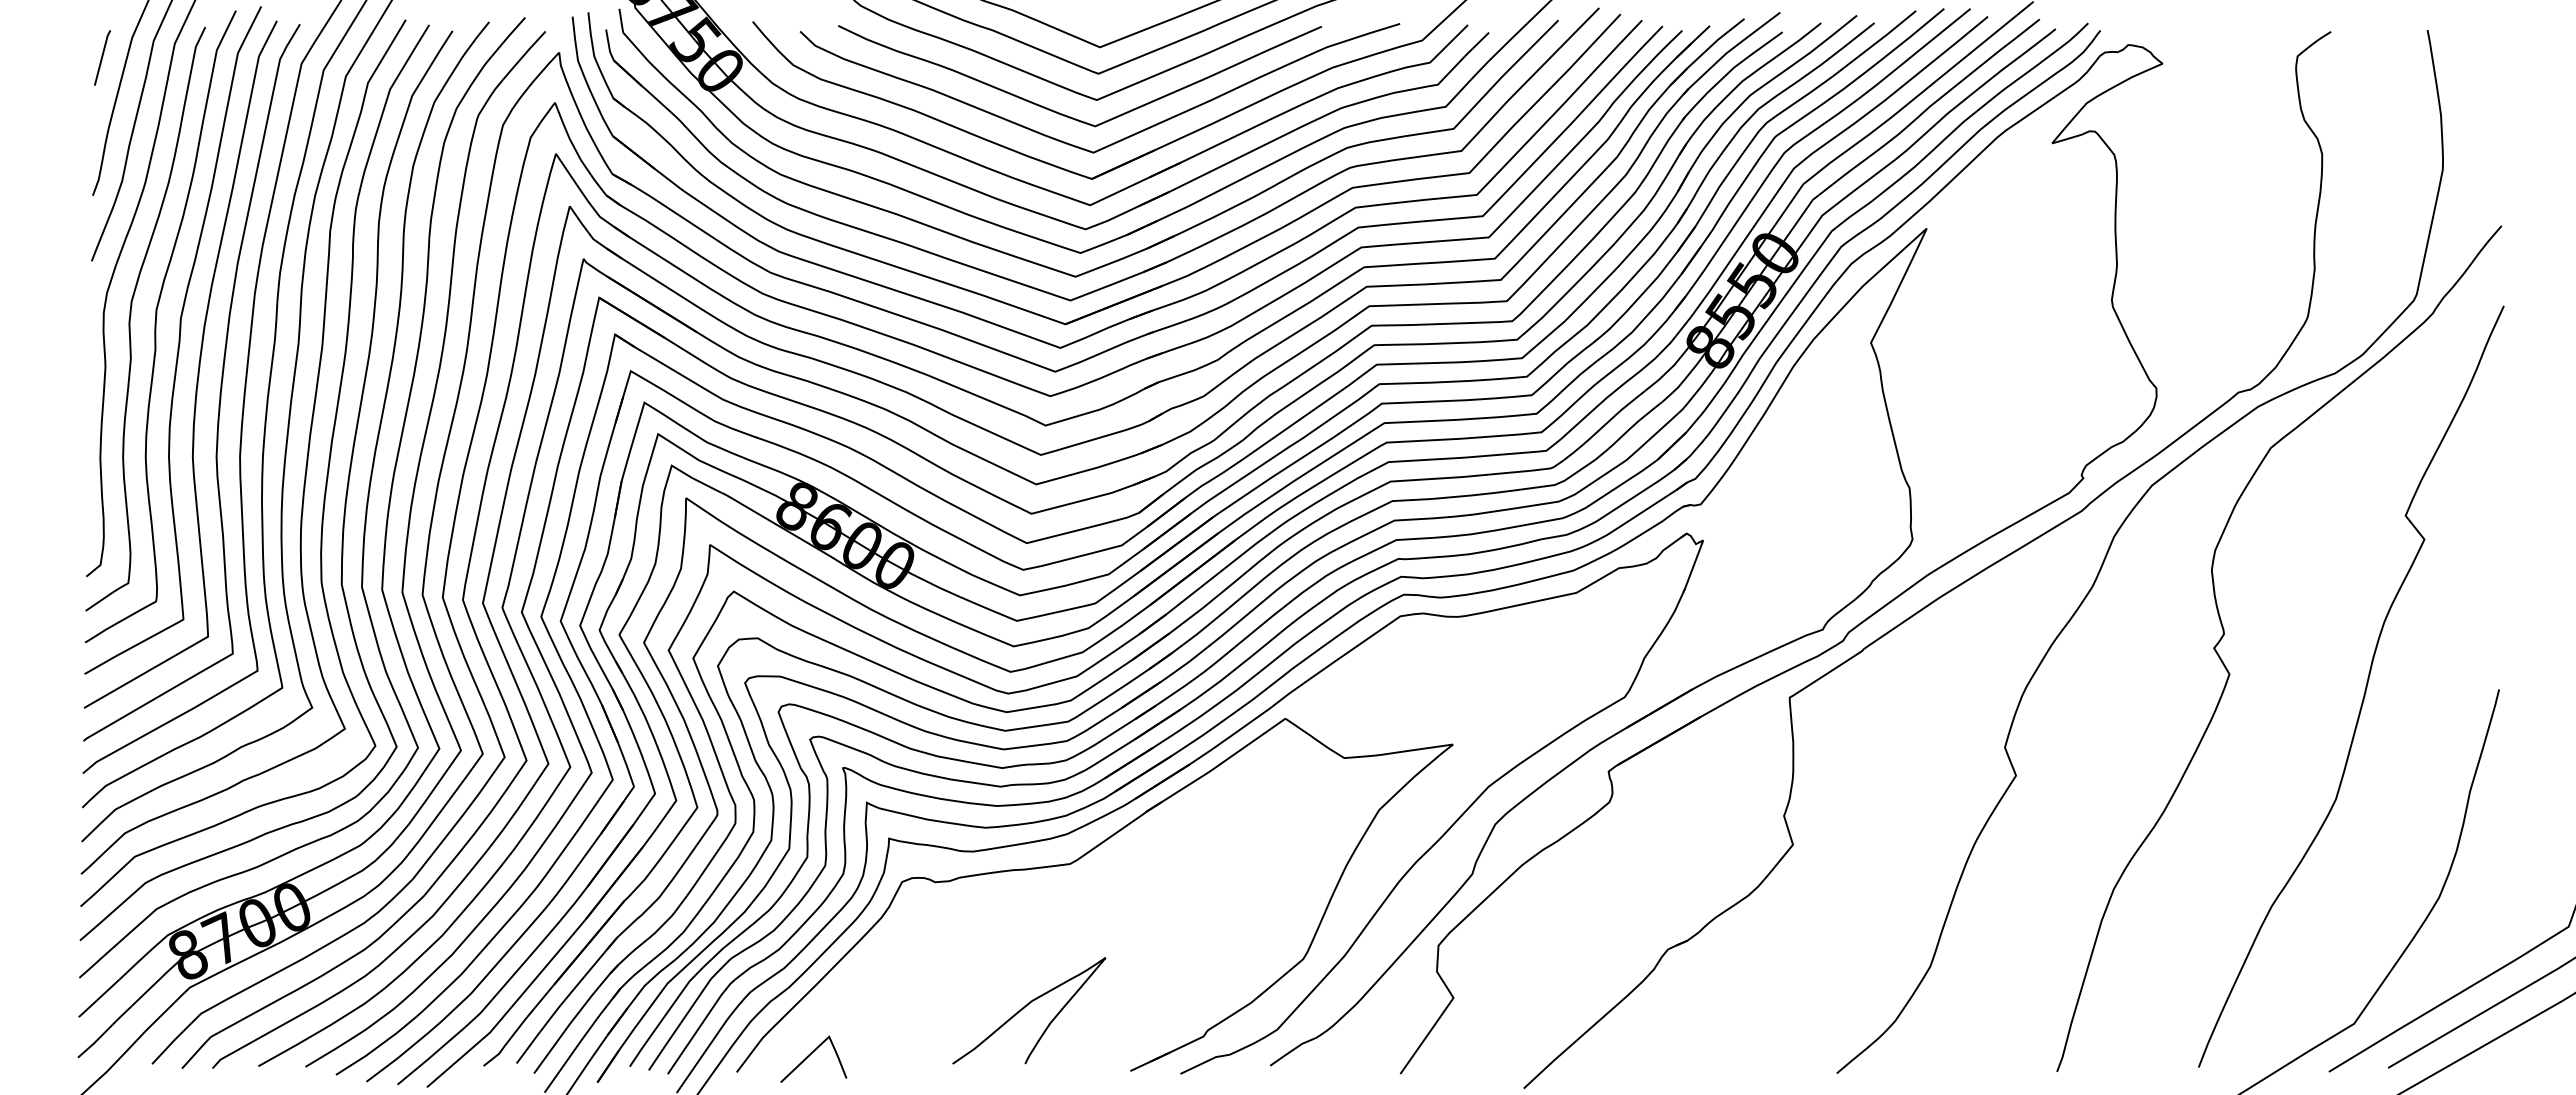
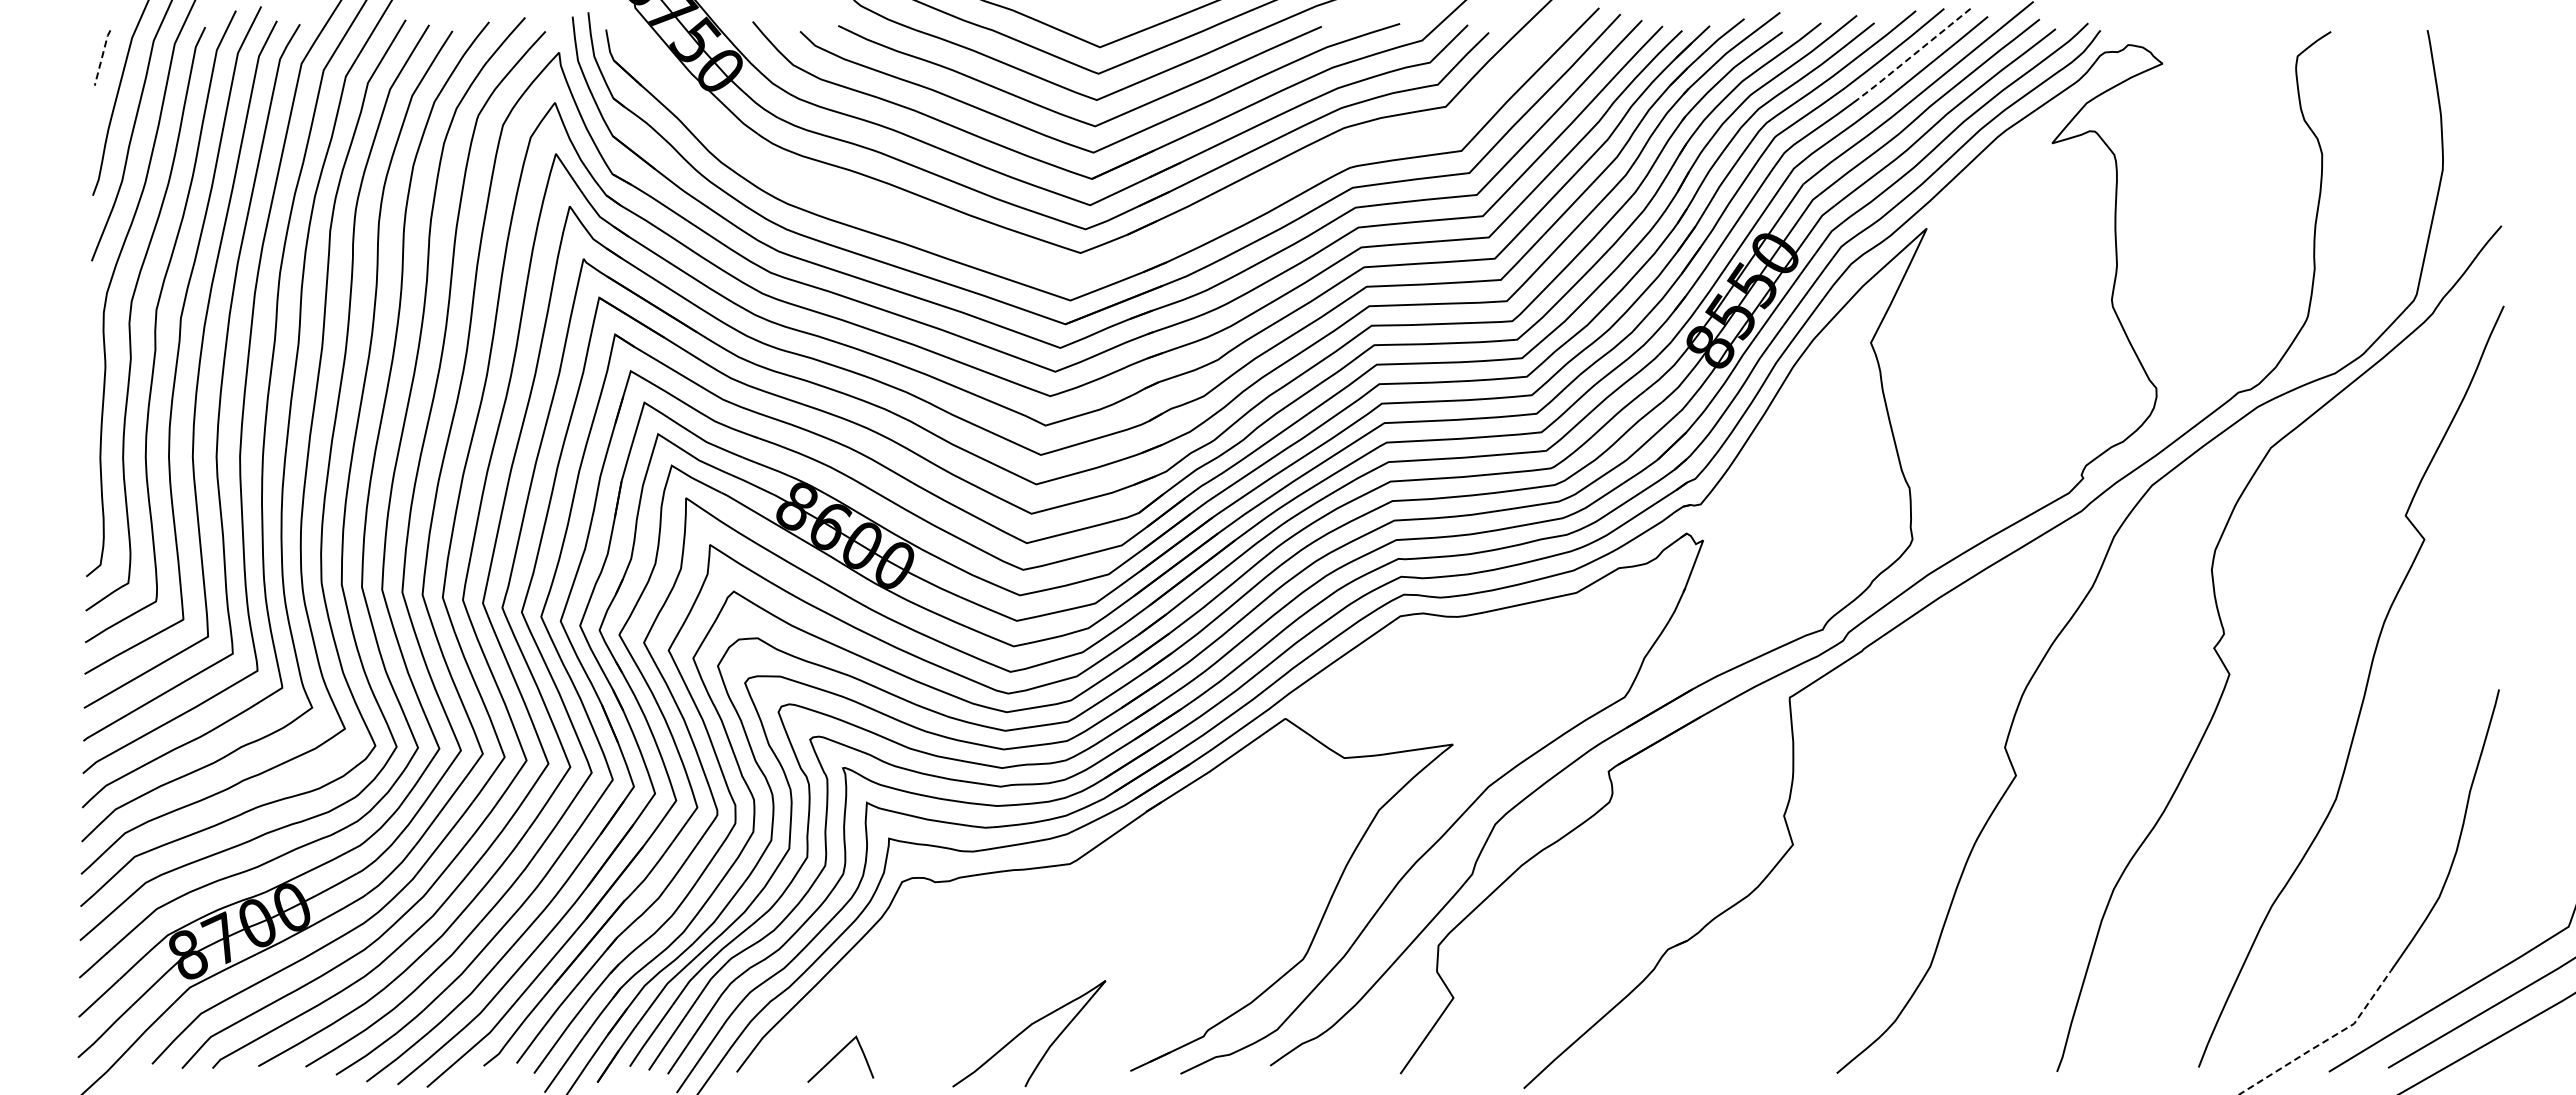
line at (1913, 55): solid -> dashed
line at (102, 57): solid -> dashed
part at (1134, 252): present -> none
curve at (1026, 1006) position: (1026, 1006) -> (1026, 1029)
line at (2324, 1041): solid -> dashed
curve at (810, 1055) position: (810, 1055) -> (837, 1055)
